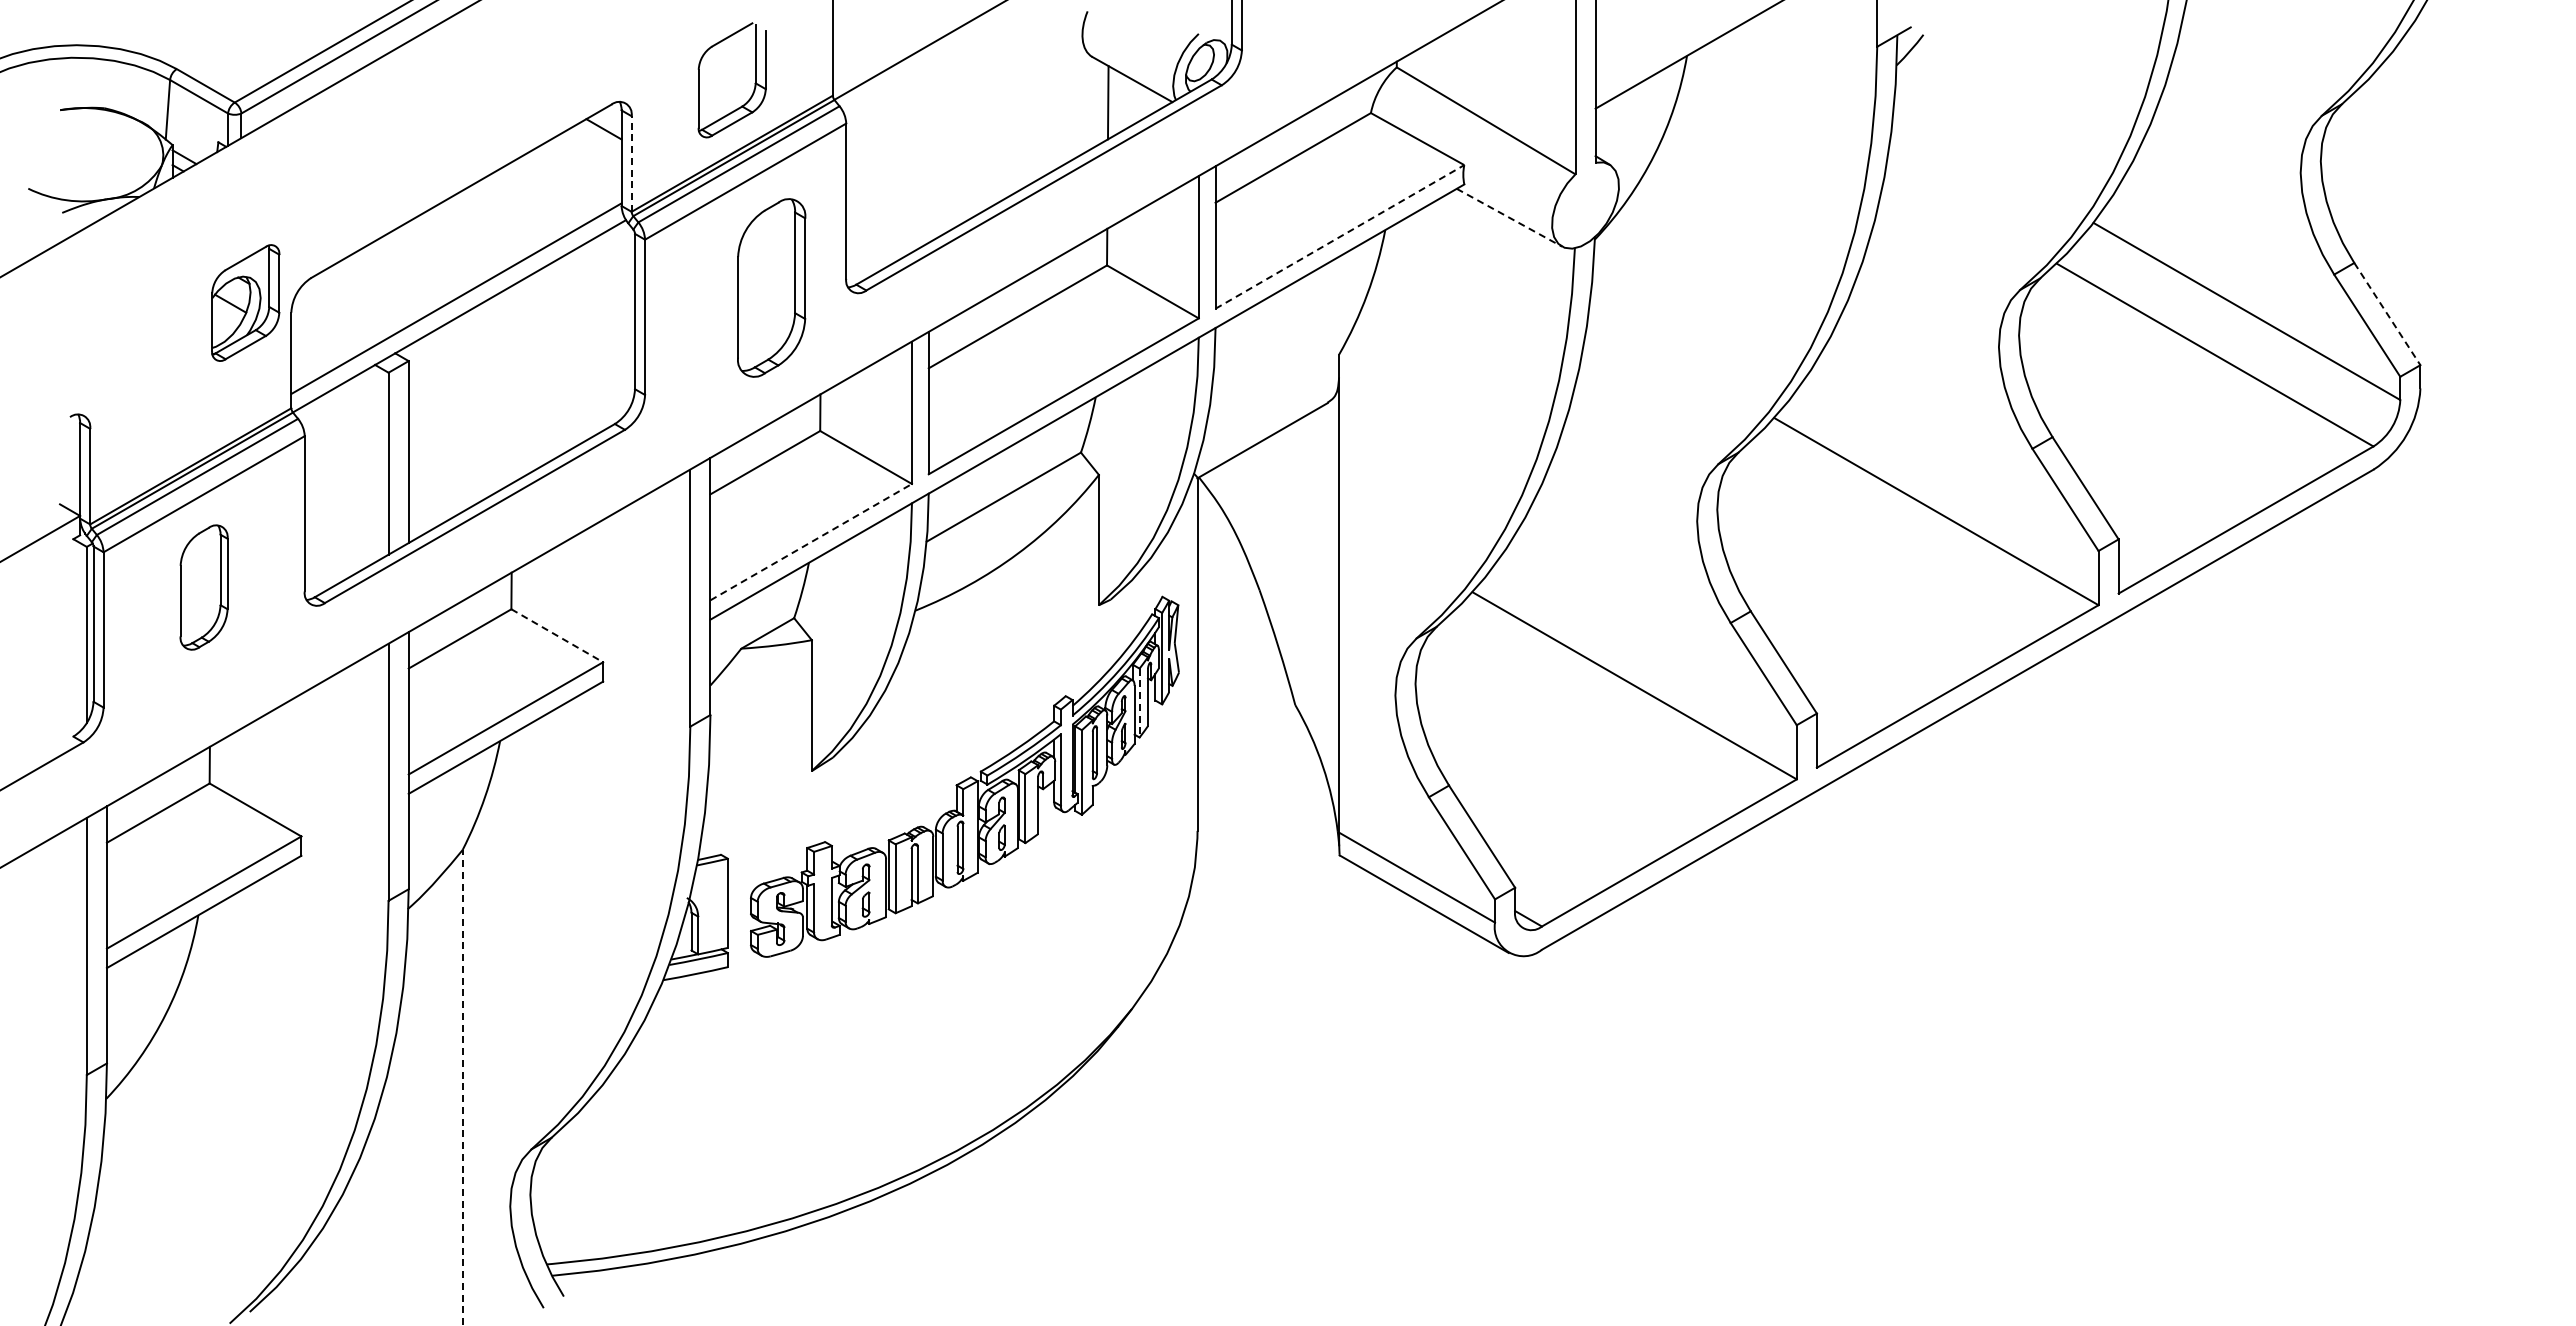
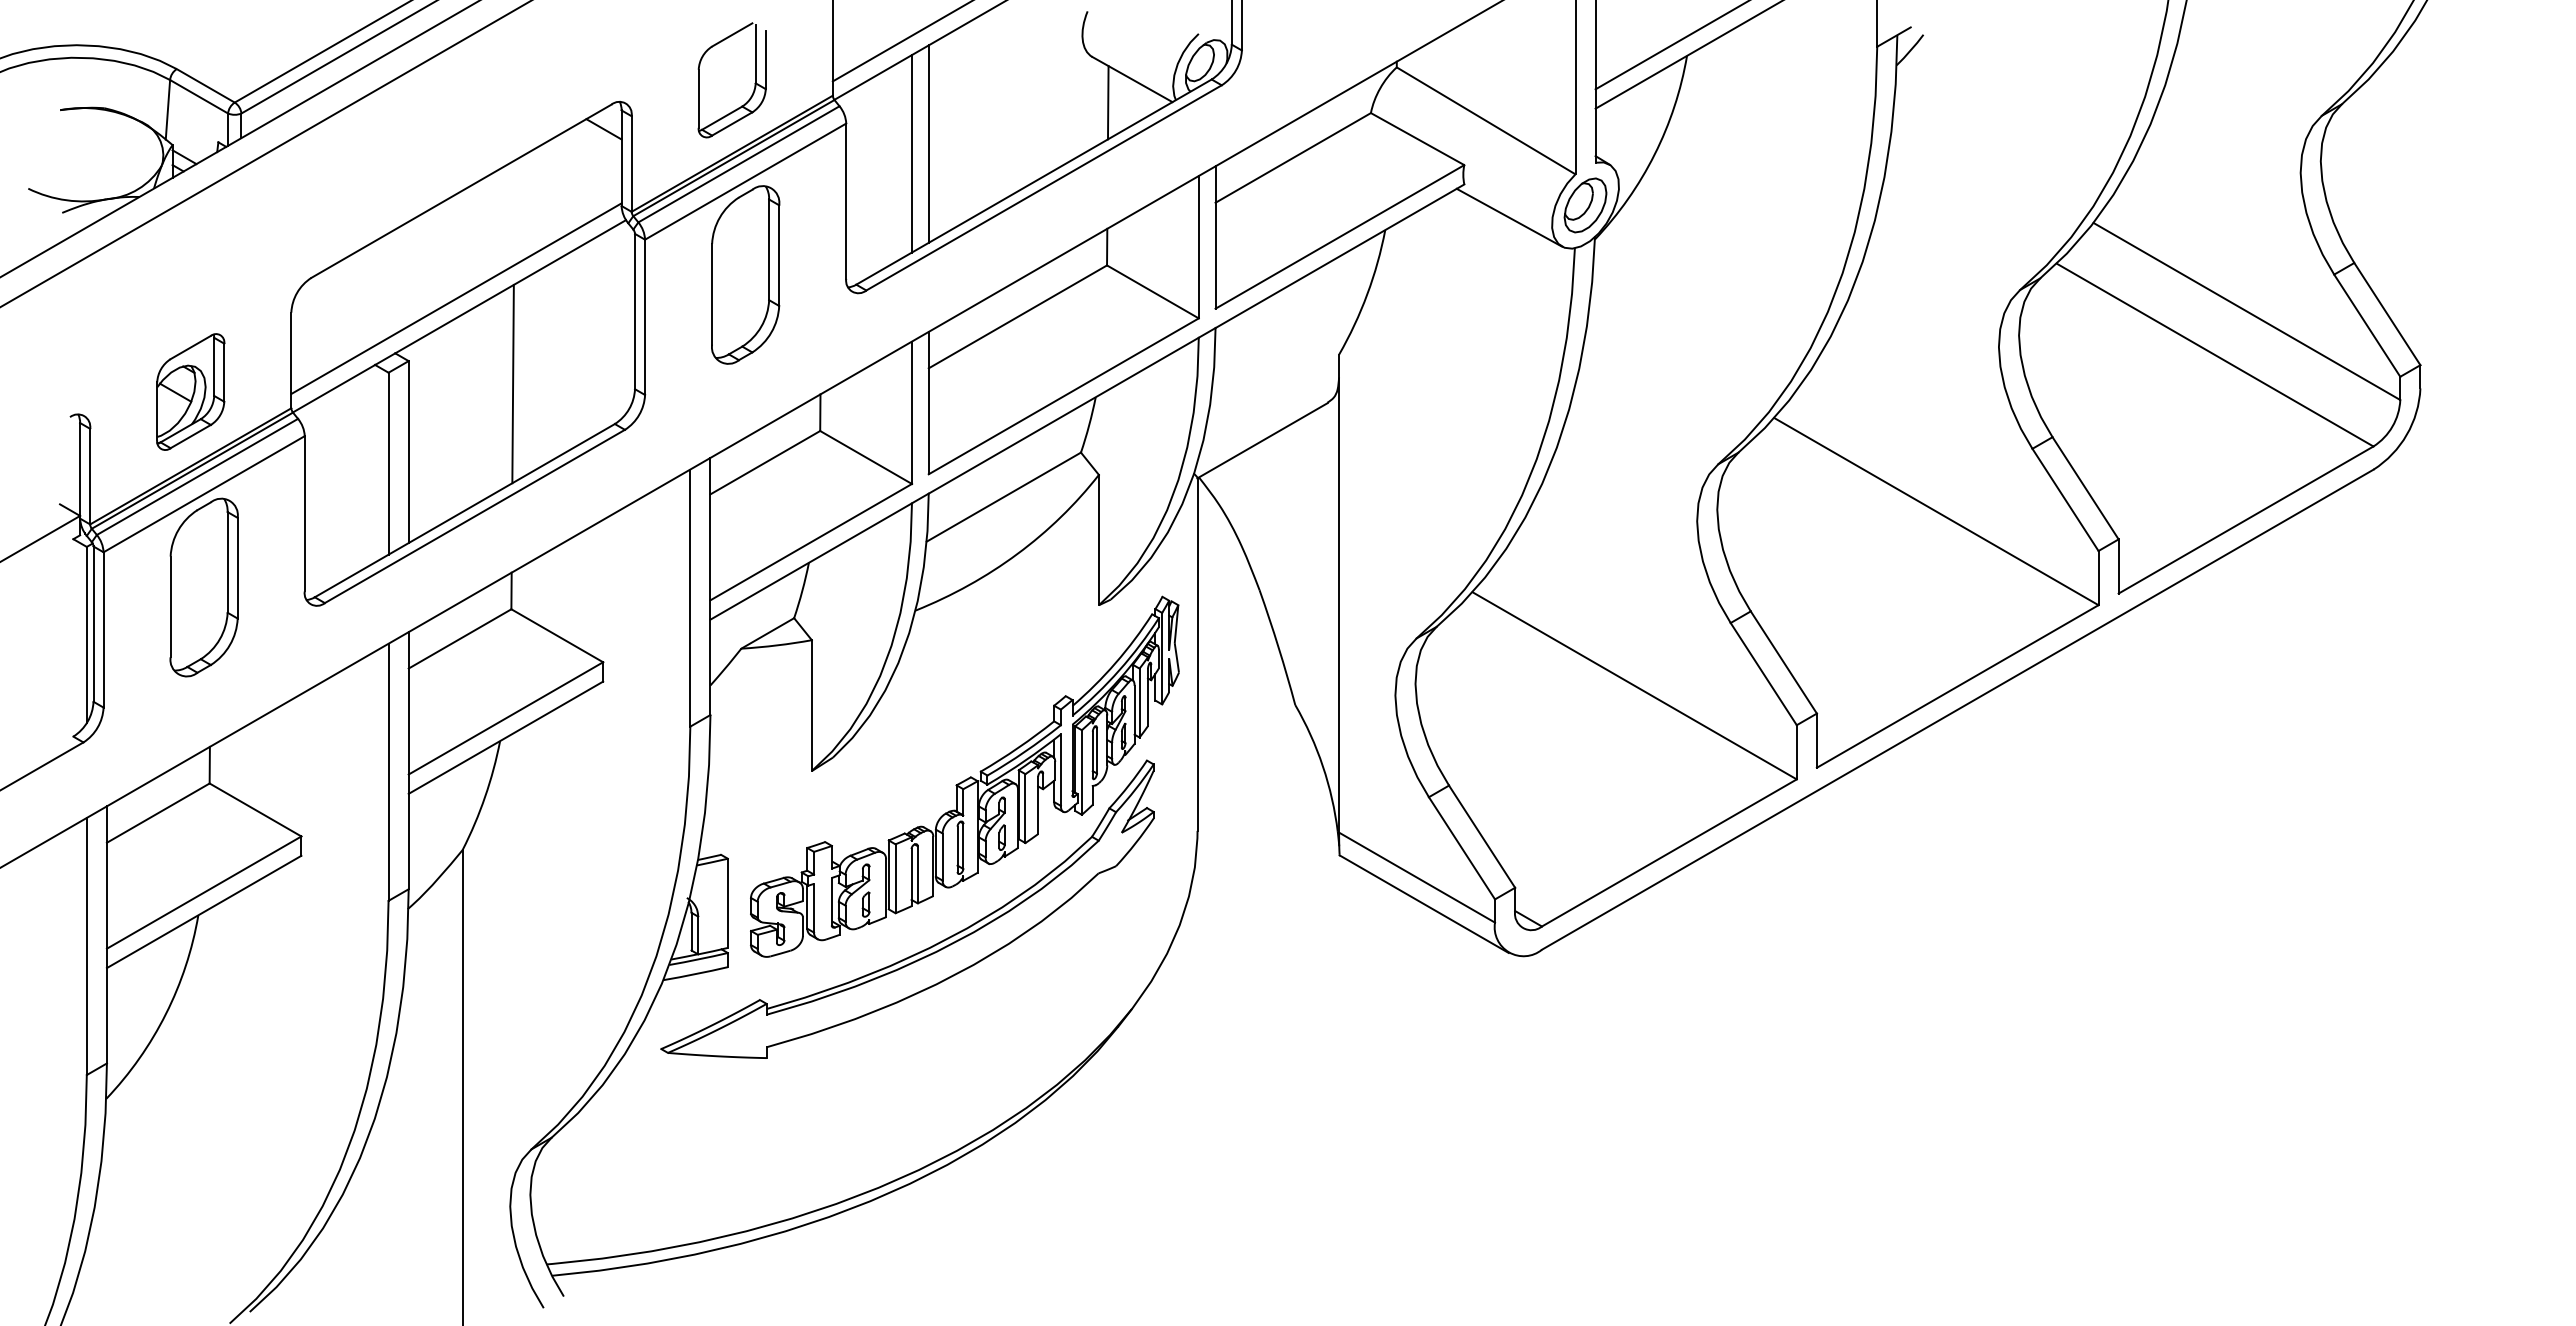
line at (901, 41): none -> present
line at (1670, 45): none -> present
line at (928, 143): none -> present
line at (265, 153): none -> present
line at (911, 153): none -> present
line at (631, 164): dashed -> solid
part at (1585, 205): none -> present
line at (1509, 218): dashed -> solid
line at (1339, 236): dashed -> solid
part at (771, 287) position: (771, 287) -> (745, 274)
part at (245, 302) position: (245, 302) -> (190, 391)
line at (2387, 314): dashed -> solid
line at (512, 383): none -> present
line at (811, 541): dashed -> solid
part at (203, 587) size: 50x127 px -> 70x181 px
line at (557, 635): dashed -> solid
line at (1139, 703): dashed -> solid
part at (923, 949): none -> present
line at (462, 1087): dashed -> solid
